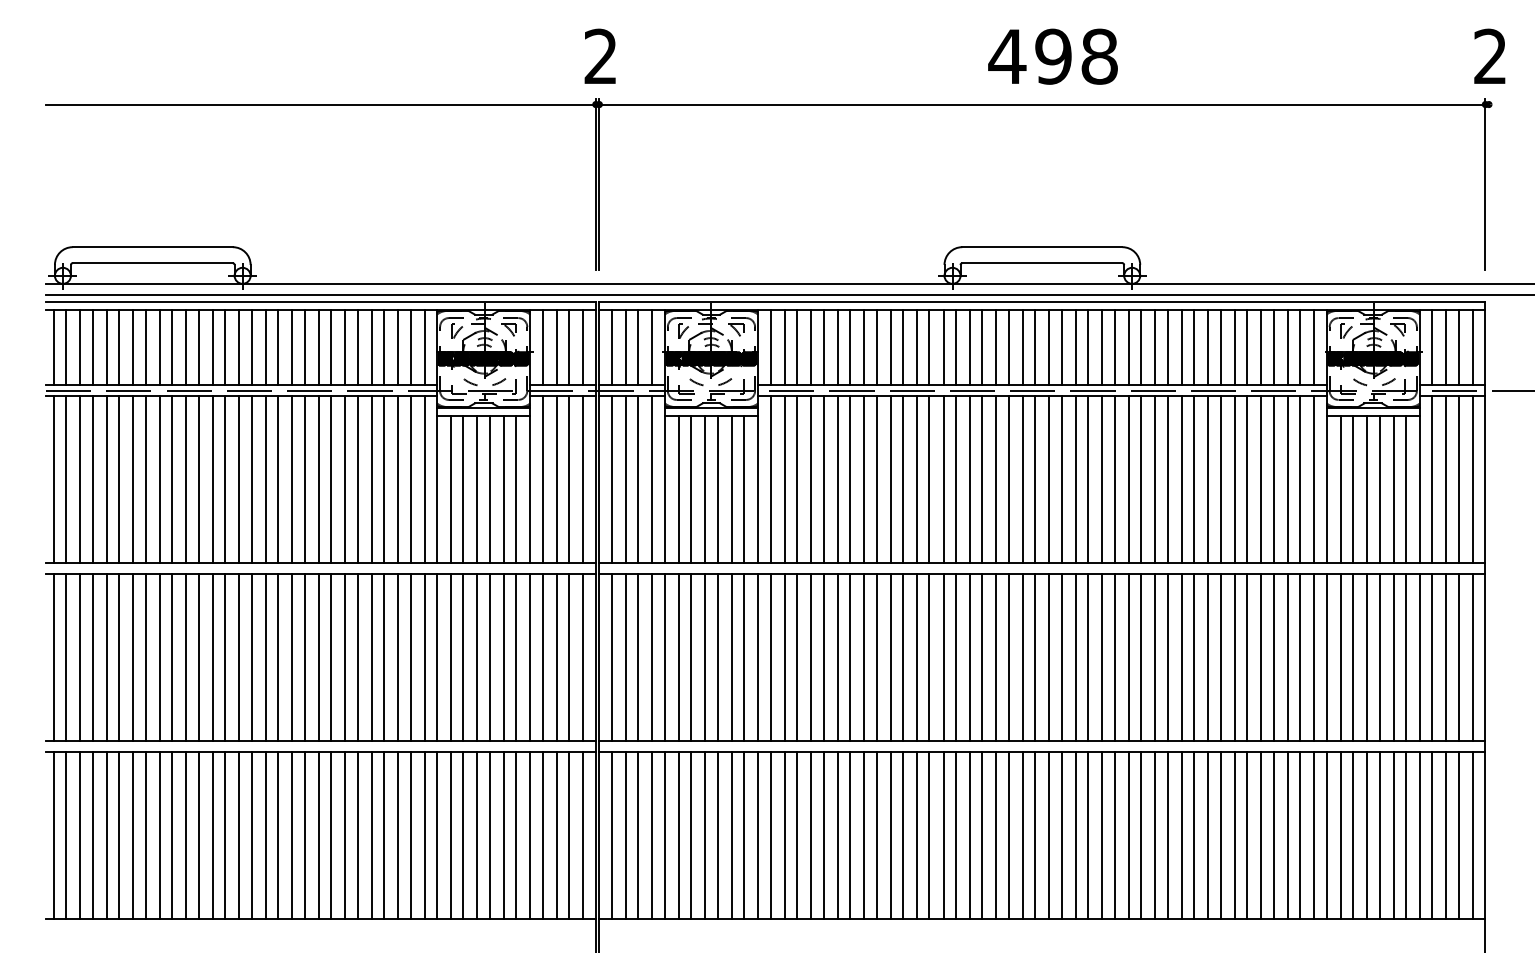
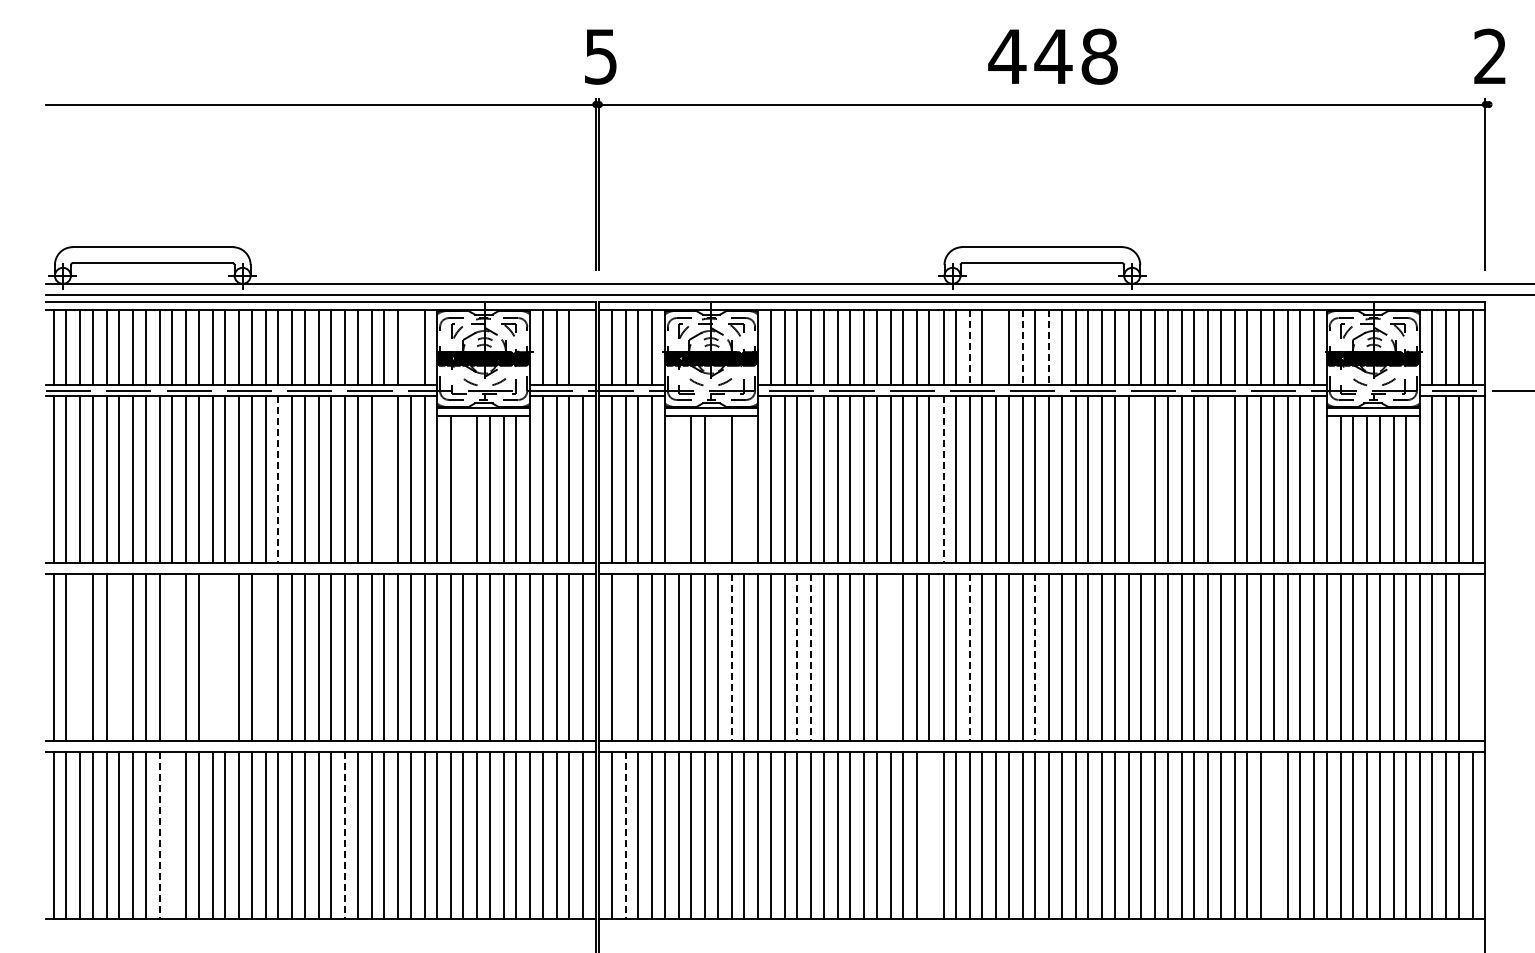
text at (600, 56): 2 -> 5
text at (1053, 56): 498 -> 448
line at (410, 347): present -> none
line at (583, 347): present -> none
line at (969, 347): solid -> dashed
line at (996, 347): present -> none
line at (1022, 347): solid -> dashed
line at (1049, 347): solid -> dashed
line at (278, 479): solid -> dashed
line at (384, 479): present -> none
line at (943, 479): solid -> dashed
line at (1141, 479): present -> none
line at (1220, 479): present -> none
line at (463, 489): present -> none
line at (678, 489): present -> none
line at (717, 489): present -> none
line at (744, 489): present -> none
line at (80, 657): present -> none
line at (119, 657): present -> none
line at (172, 657): present -> none
line at (212, 657): present -> none
line at (225, 657): present -> none
line at (265, 657): present -> none
line at (625, 657): present -> none
line at (731, 657): solid -> dashed
line at (797, 657): solid -> dashed
line at (811, 657): solid -> dashed
line at (890, 657): present -> none
line at (969, 657): solid -> dashed
line at (1035, 657): solid -> dashed
line at (1472, 657): present -> none
line at (159, 835): solid -> dashed
line at (172, 835): present -> none
line at (345, 835): solid -> dashed
line at (625, 835): solid -> dashed
line at (929, 835): present -> none
line at (1273, 835): present -> none
